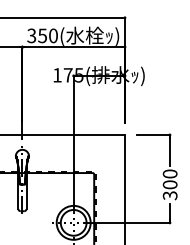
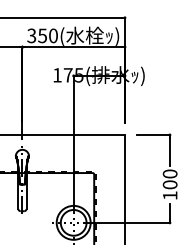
text at (169, 195): 300 -> 100
